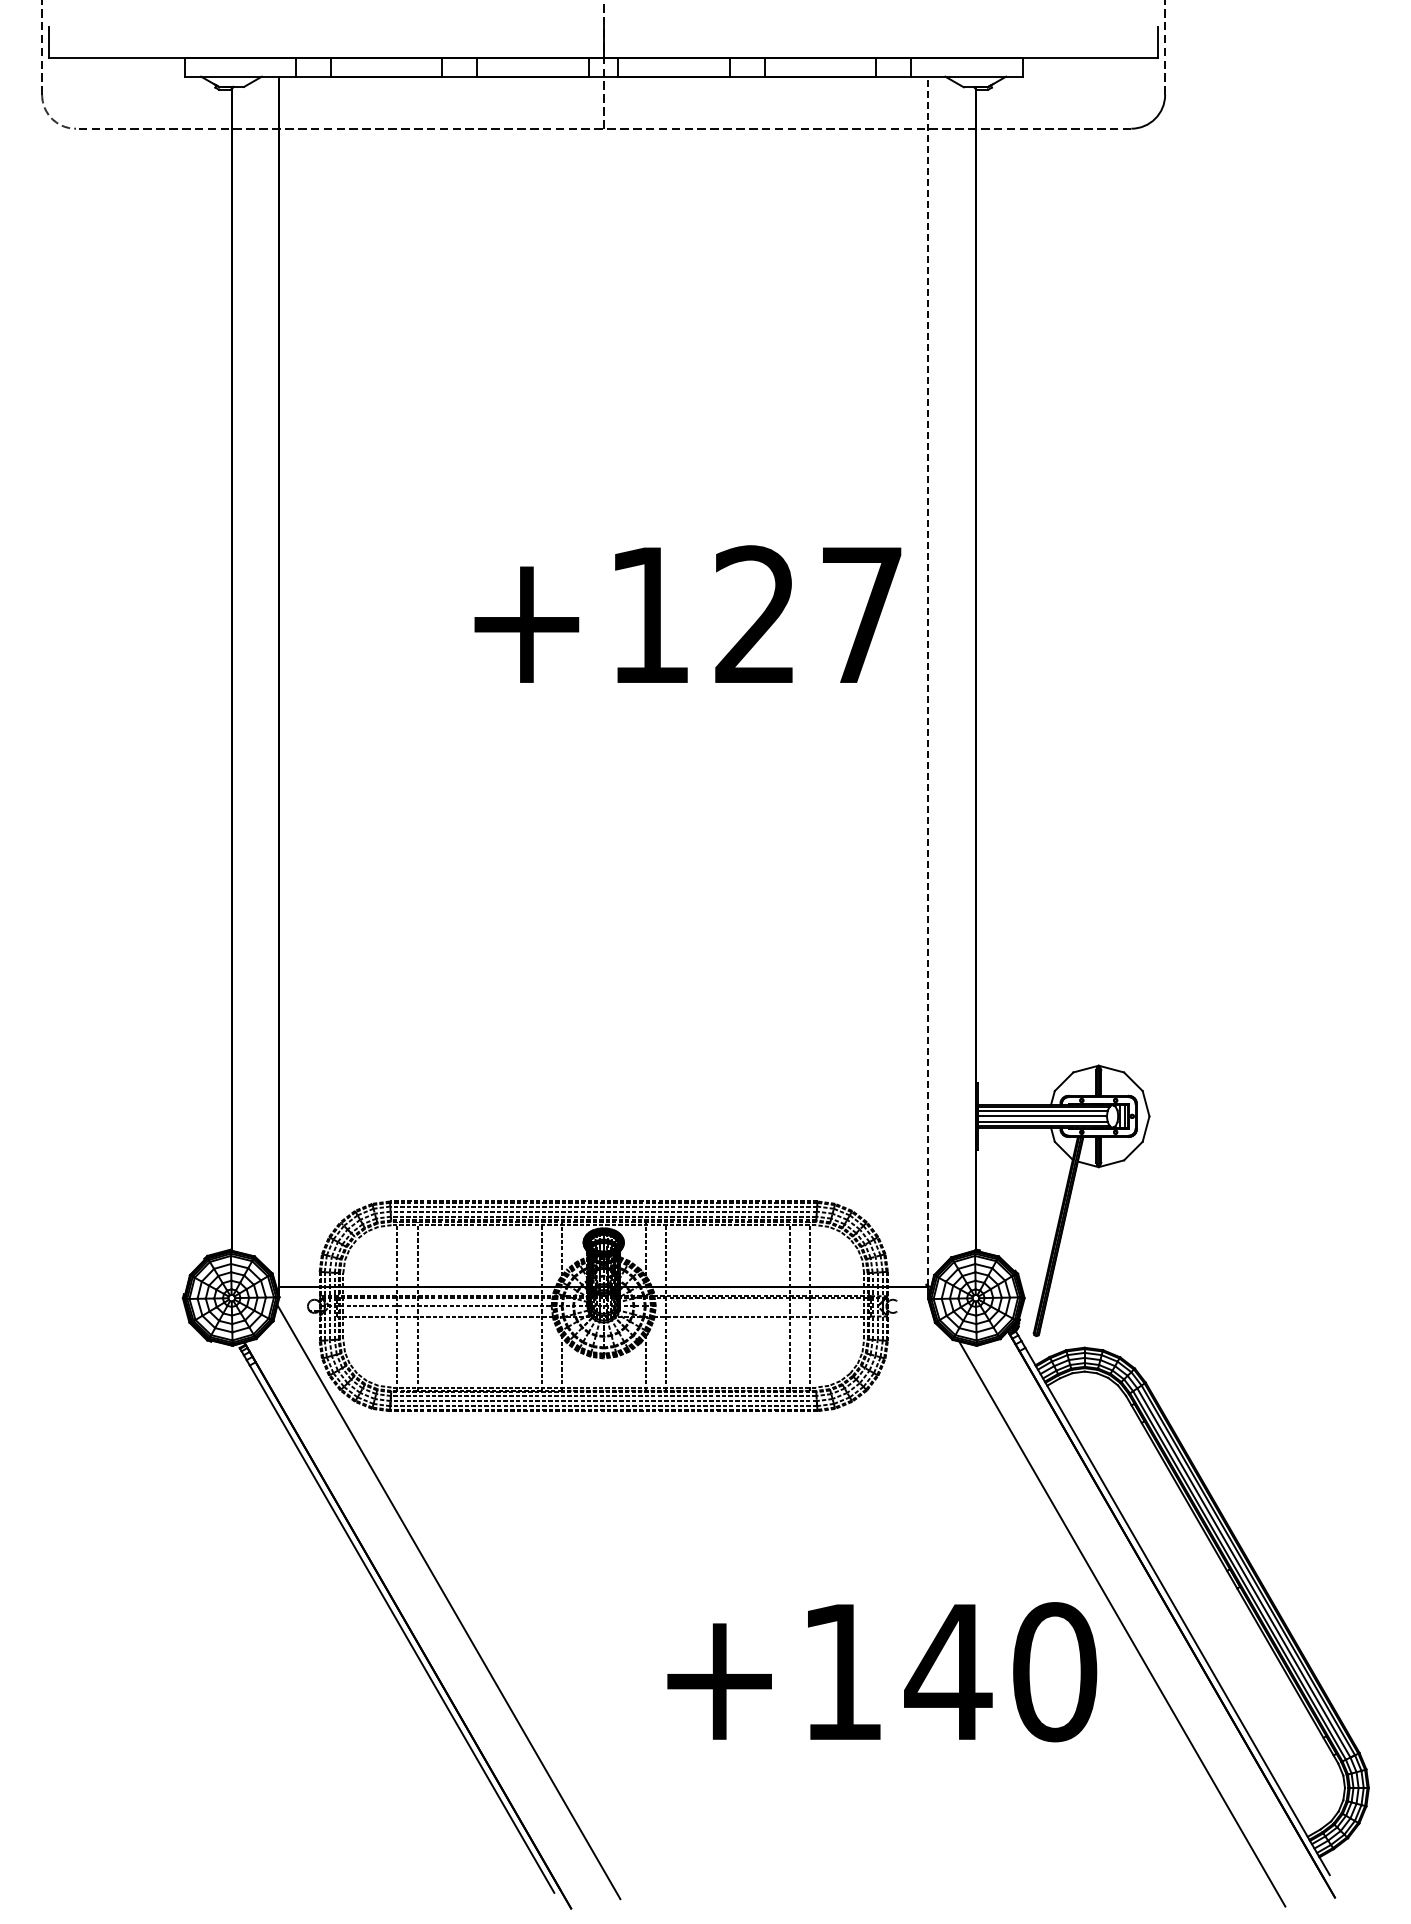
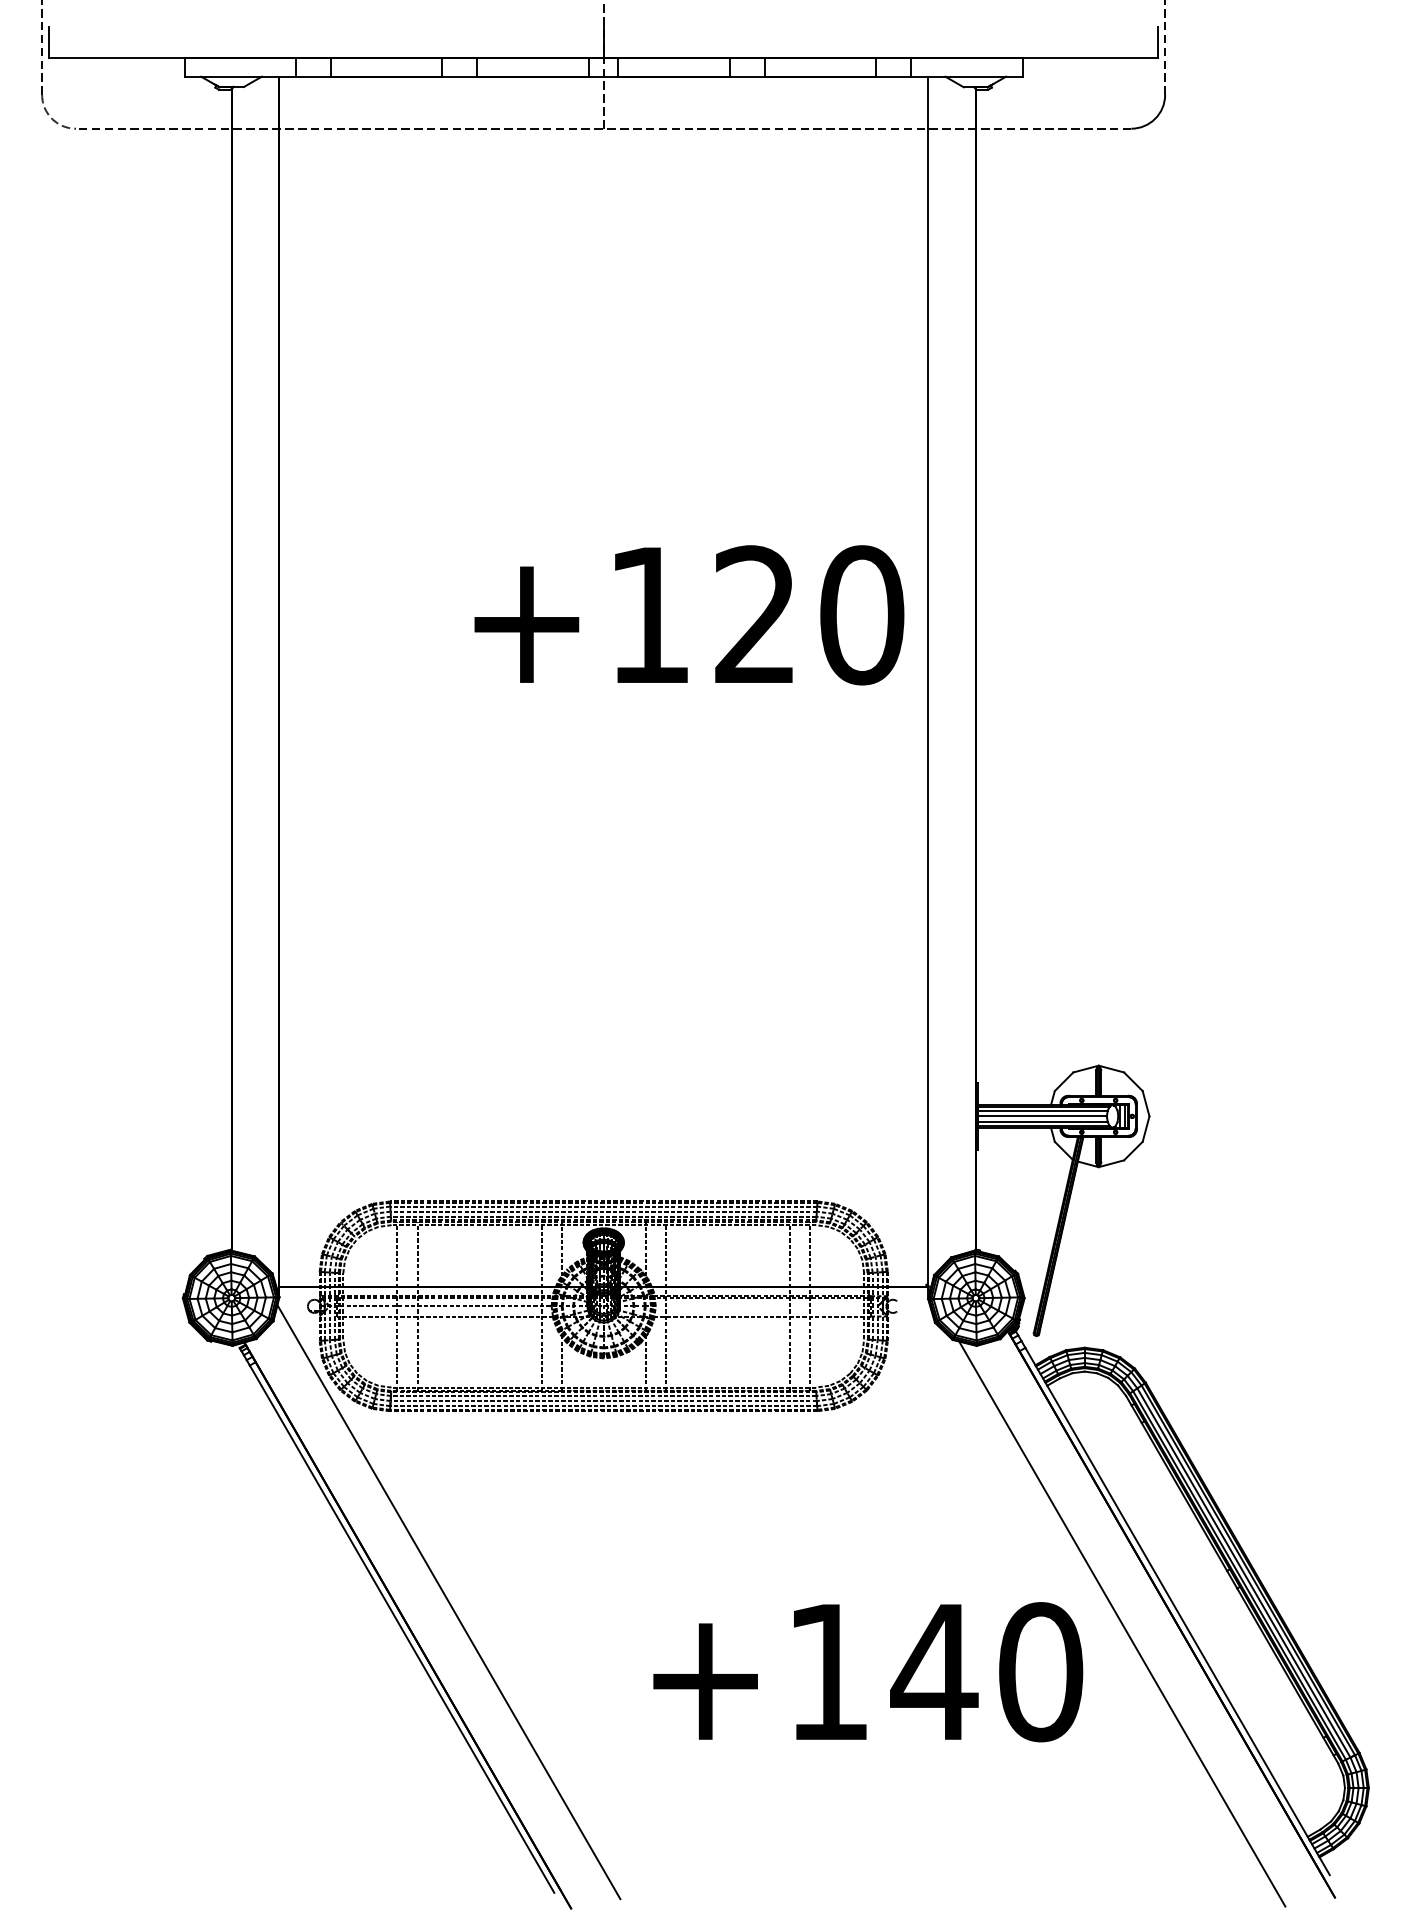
text at (862, 615): +127 -> +120
line at (928, 681): dashed -> solid
text at (882, 1672) position: (882, 1672) -> (868, 1672)
